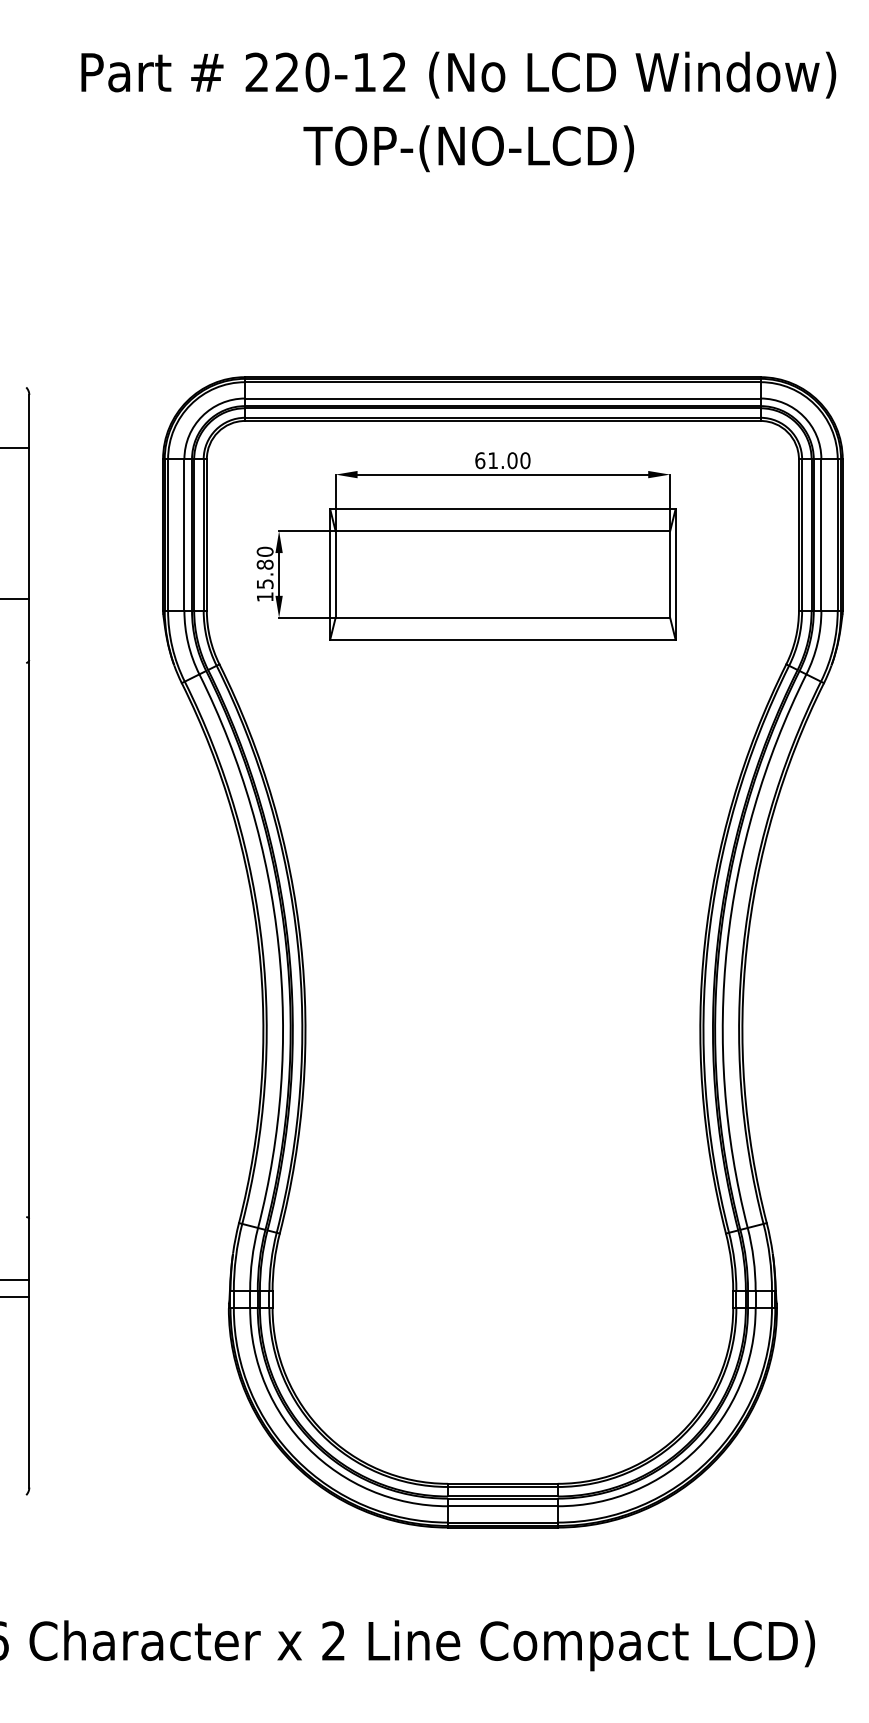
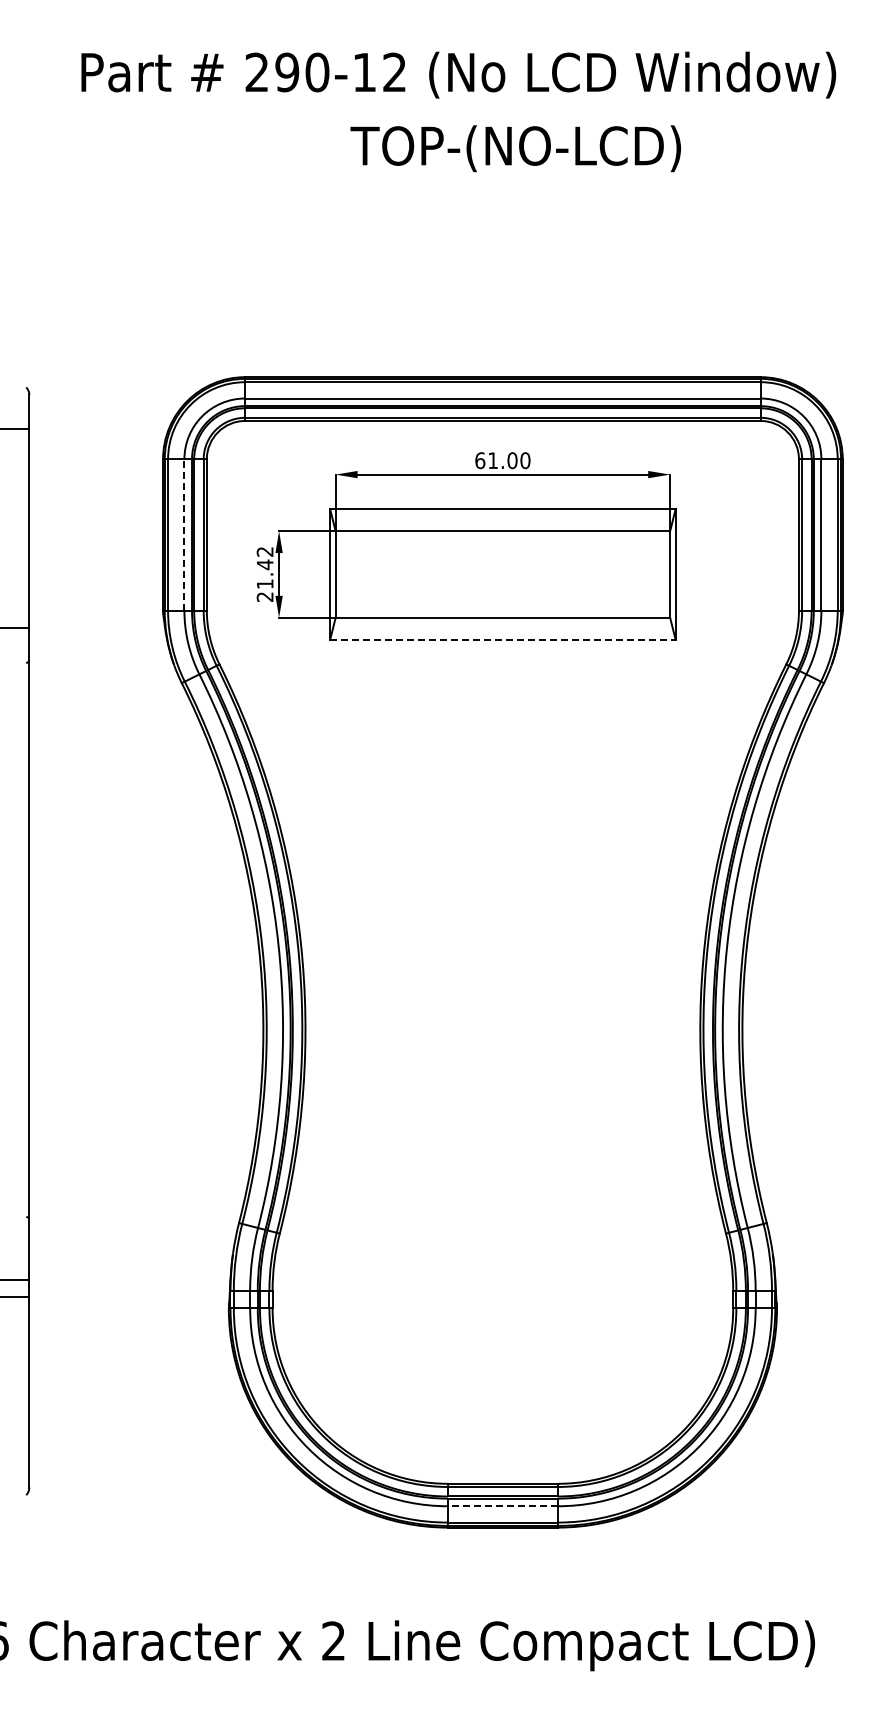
text at (287, 72): 220-12 -> 290-12
text at (468, 148) position: (468, 148) -> (515, 148)
line at (15, 448) position: (15, 448) -> (15, 429)
line at (184, 534): solid -> dashed
text at (264, 573): 15.80 -> 21.42
line at (15, 599) position: (15, 599) -> (15, 628)
line at (502, 639): solid -> dashed
line at (502, 1506): solid -> dashed
